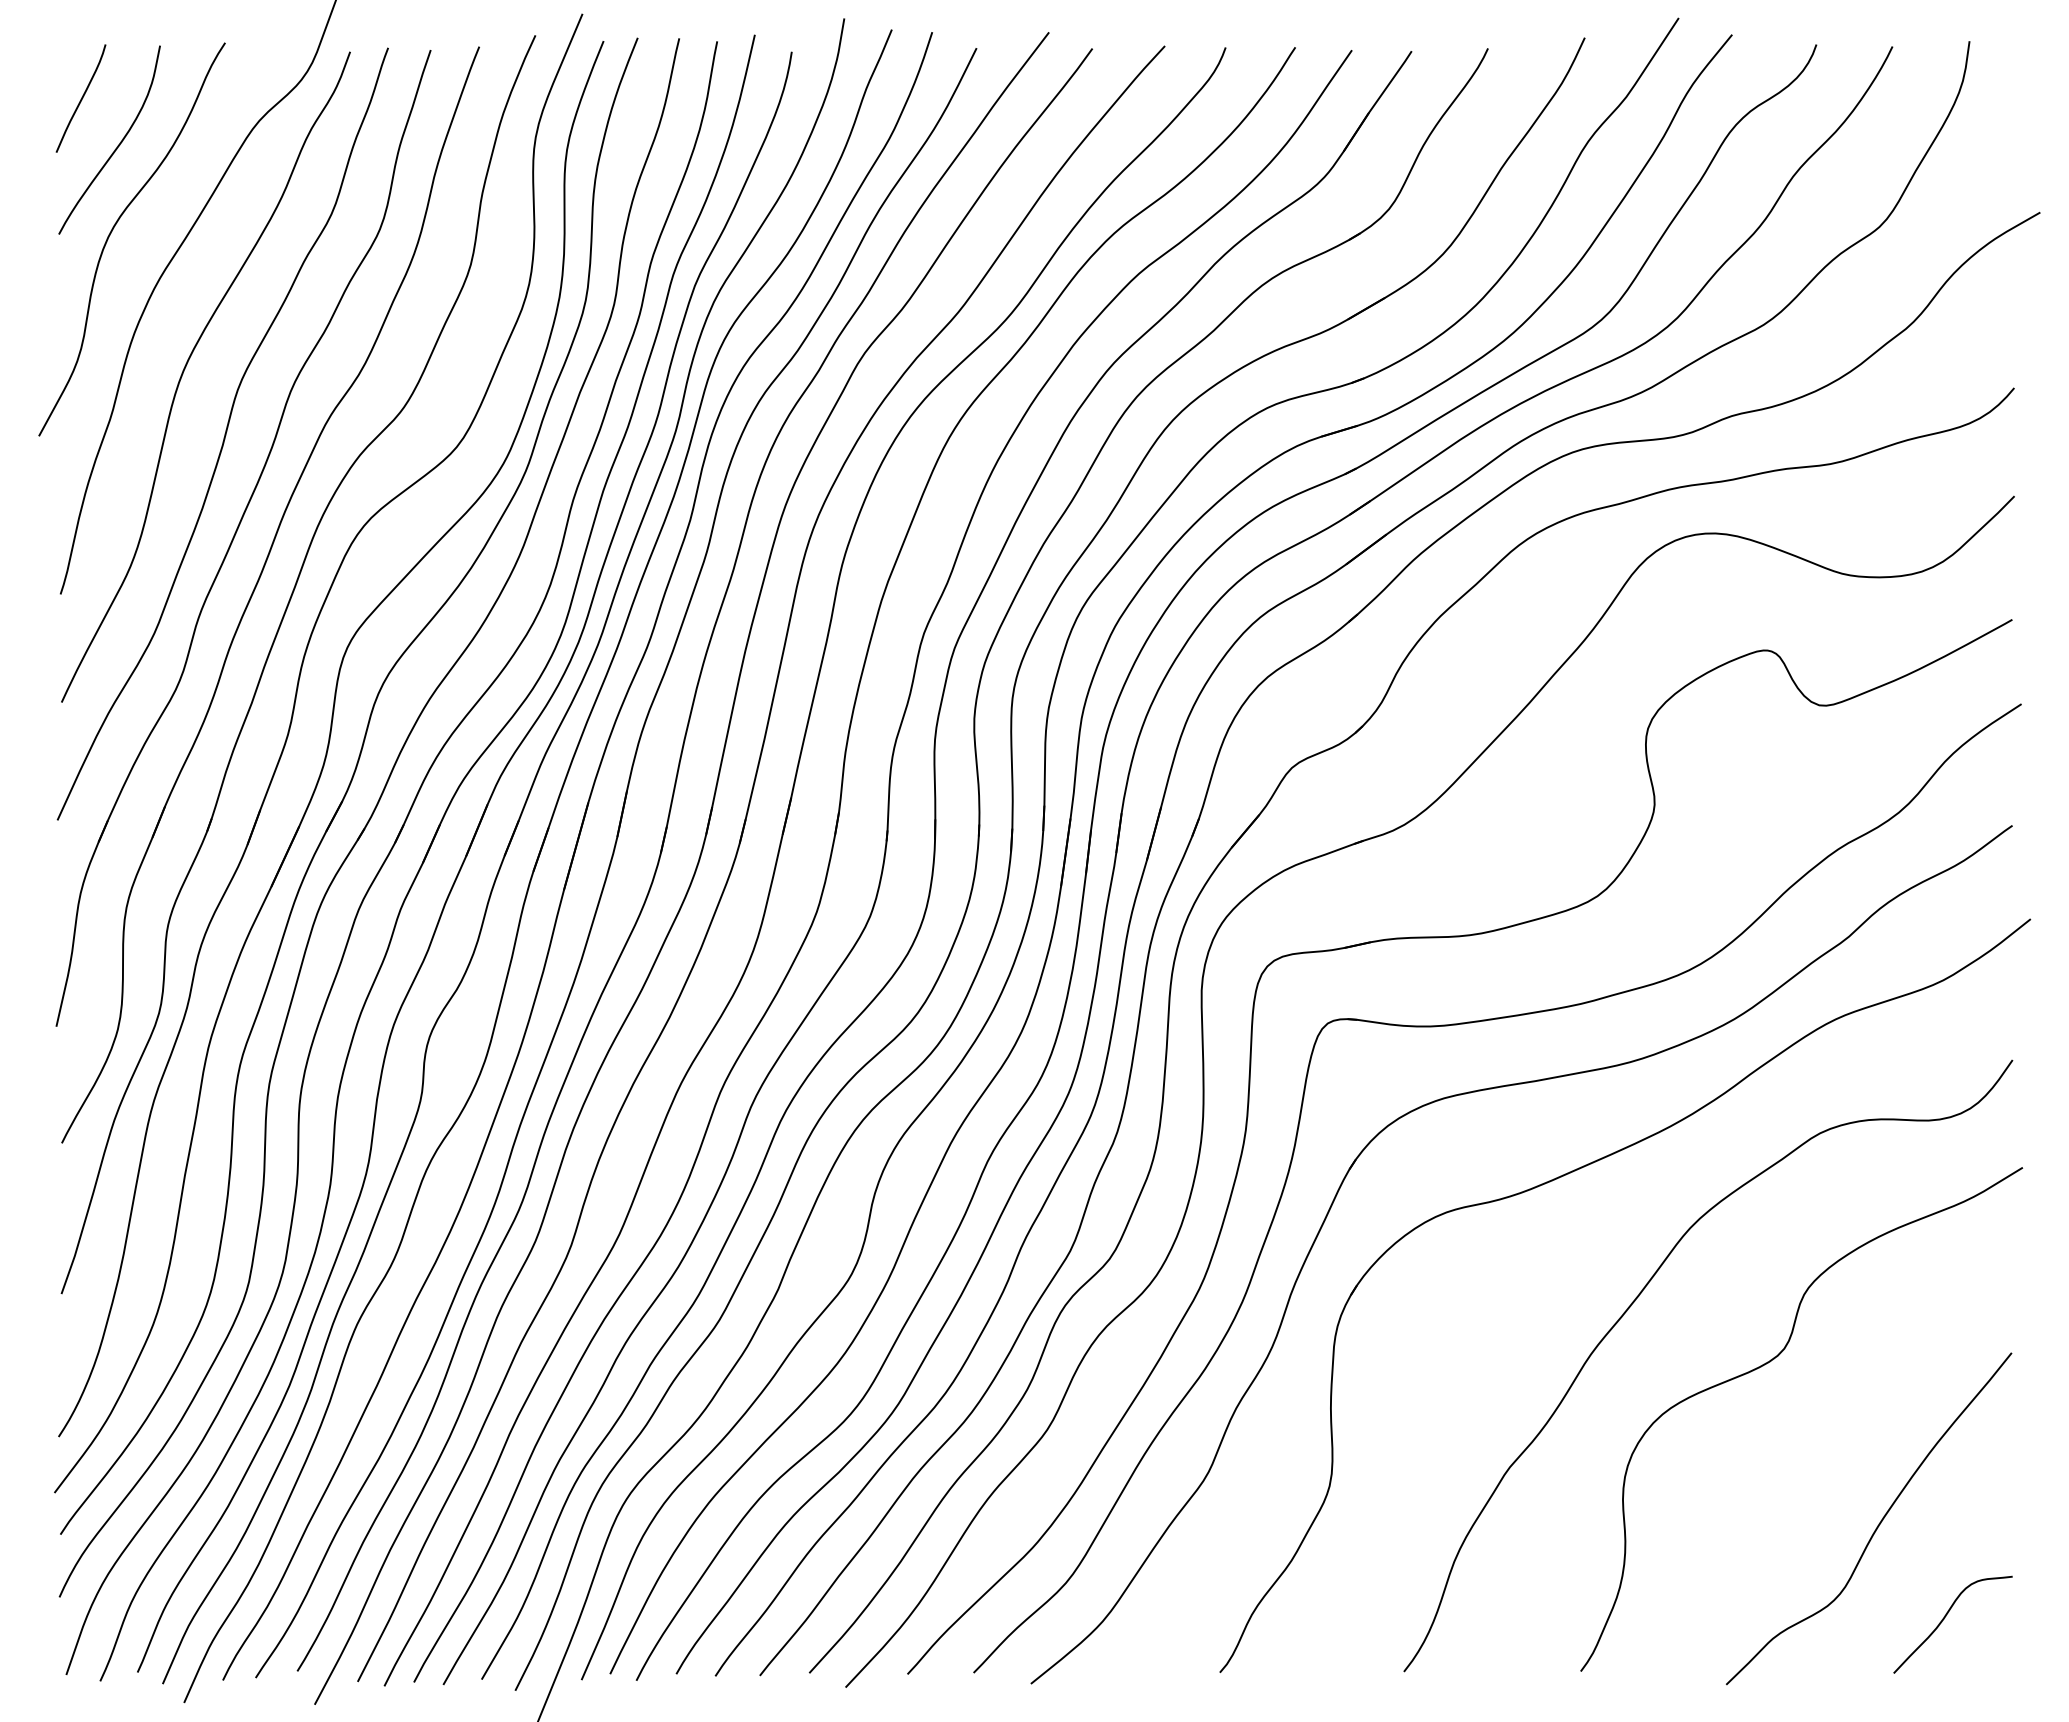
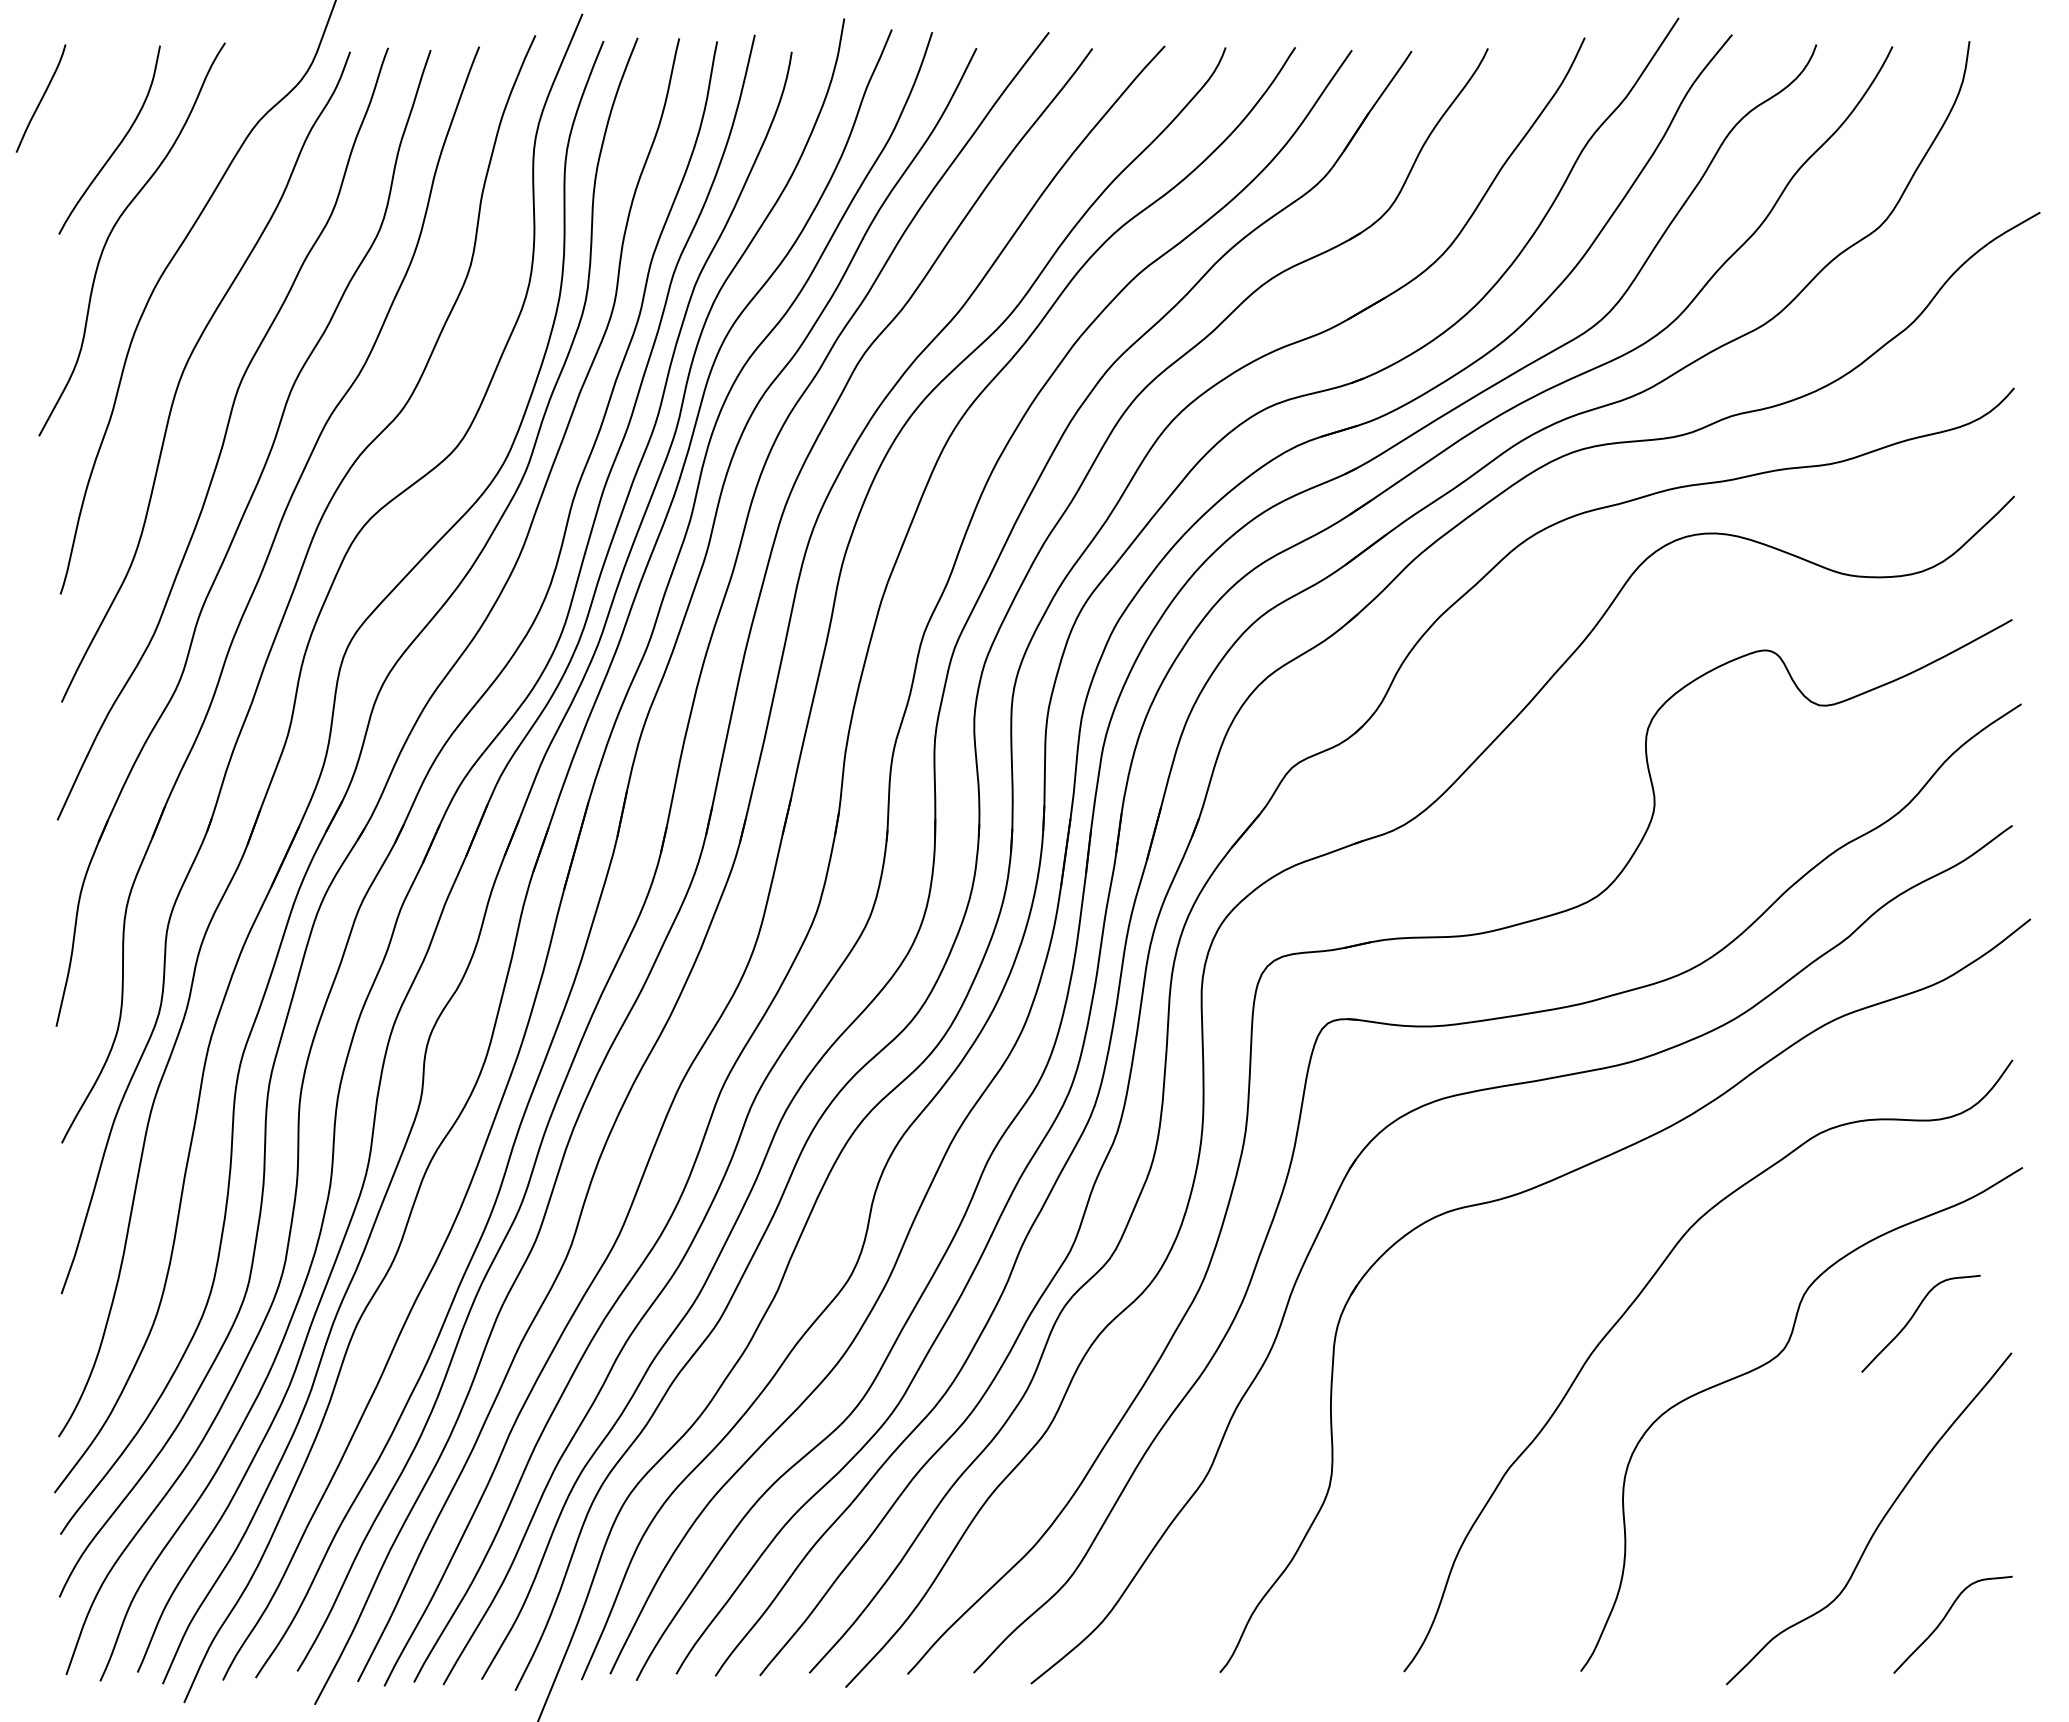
curve at (81, 98) position: (81, 98) -> (41, 98)
curve at (1912, 1318): none -> present
